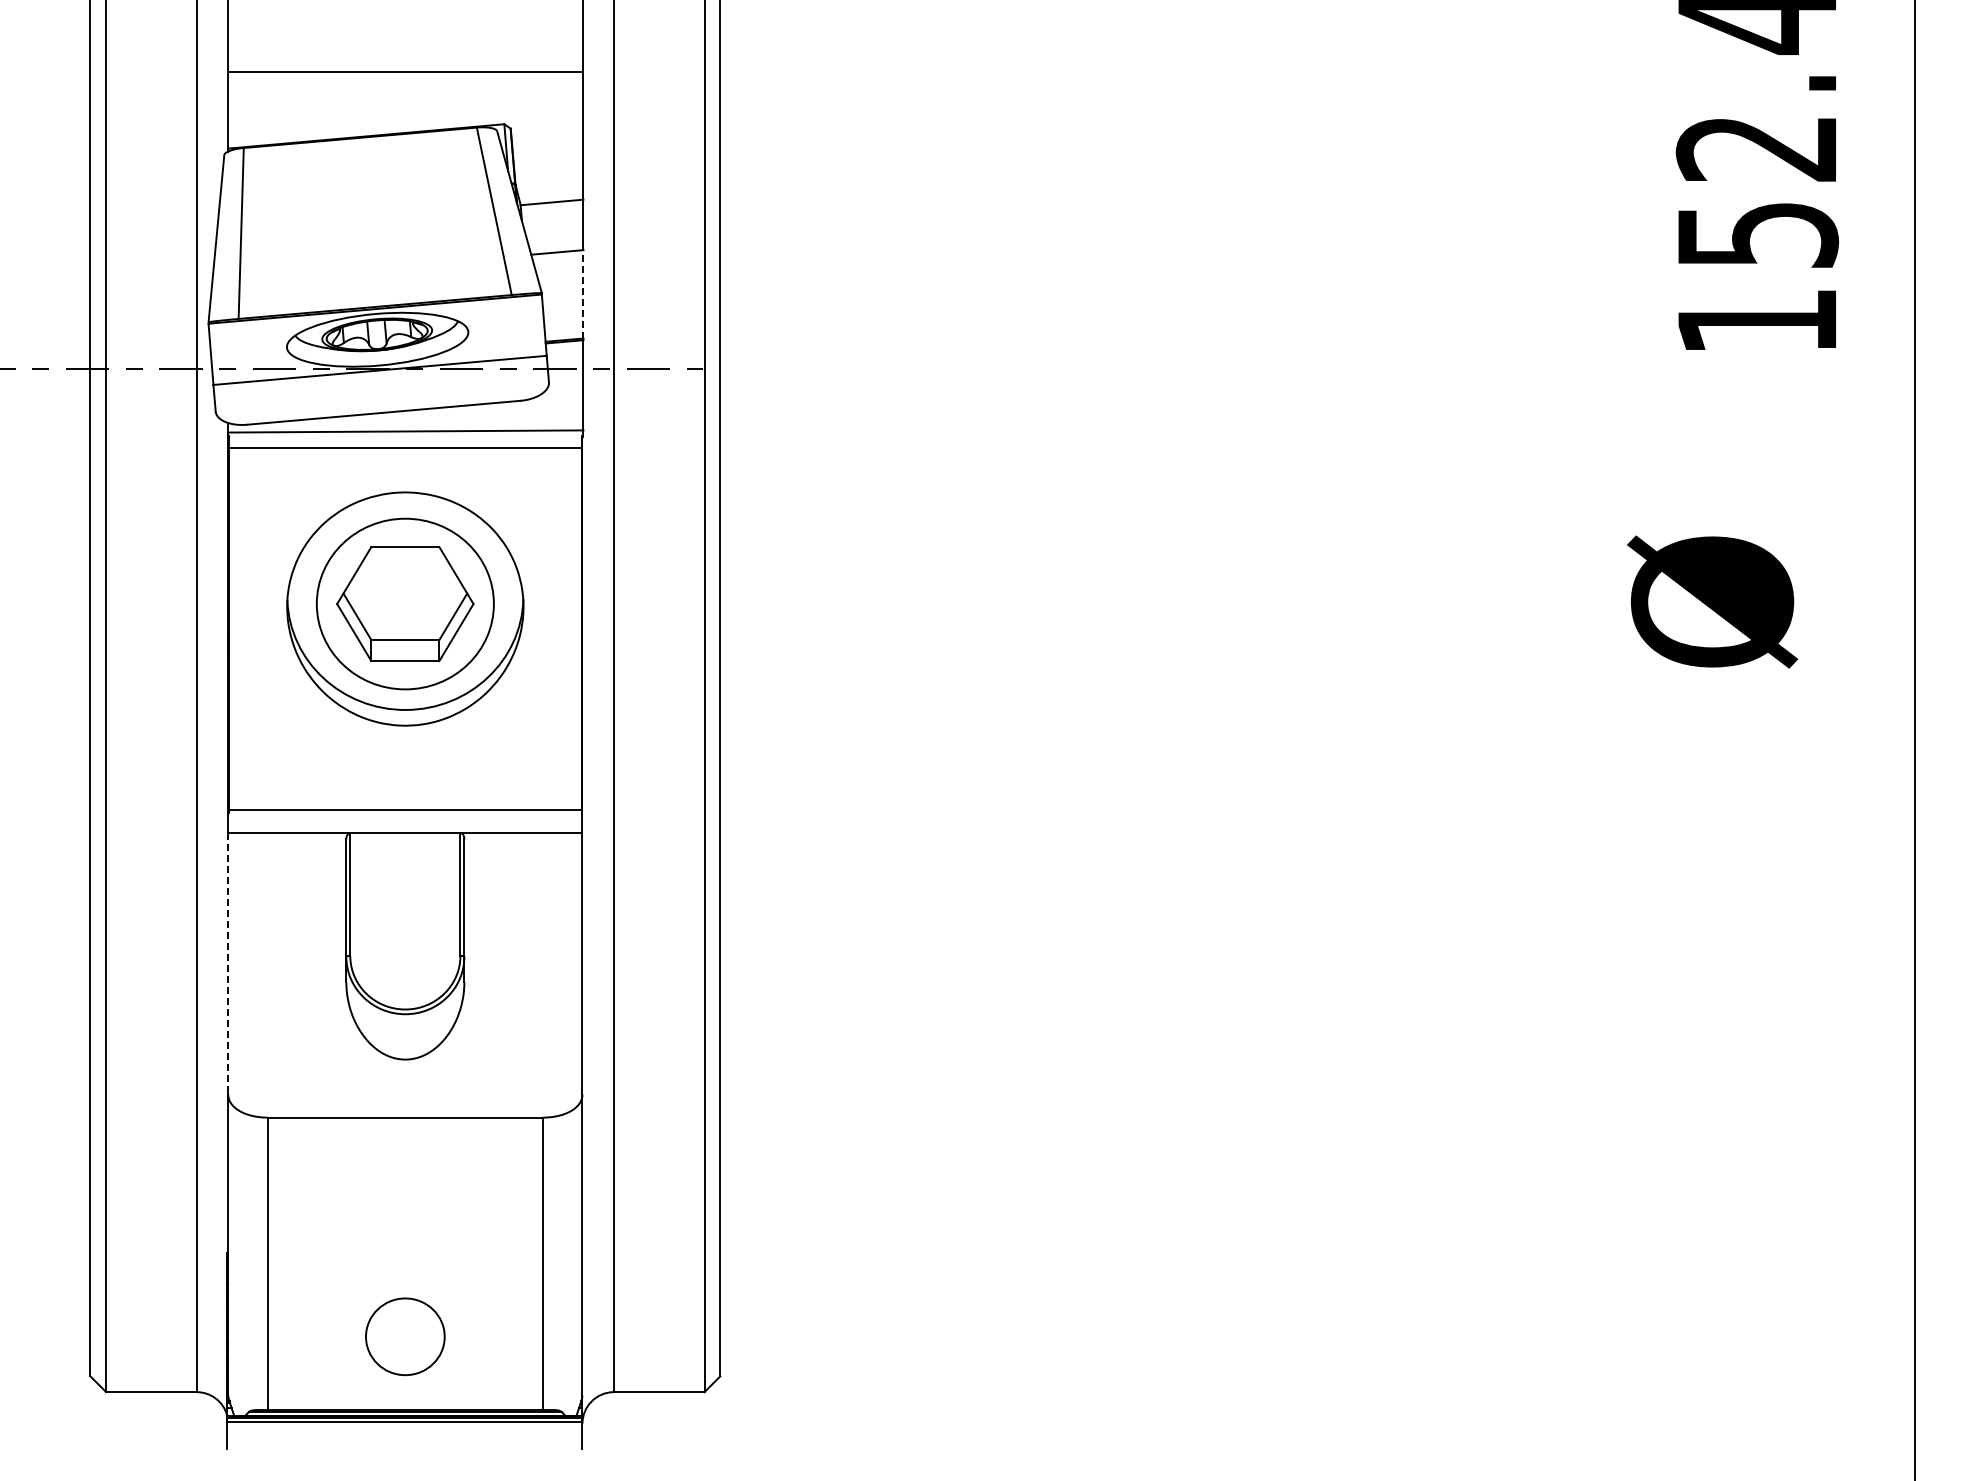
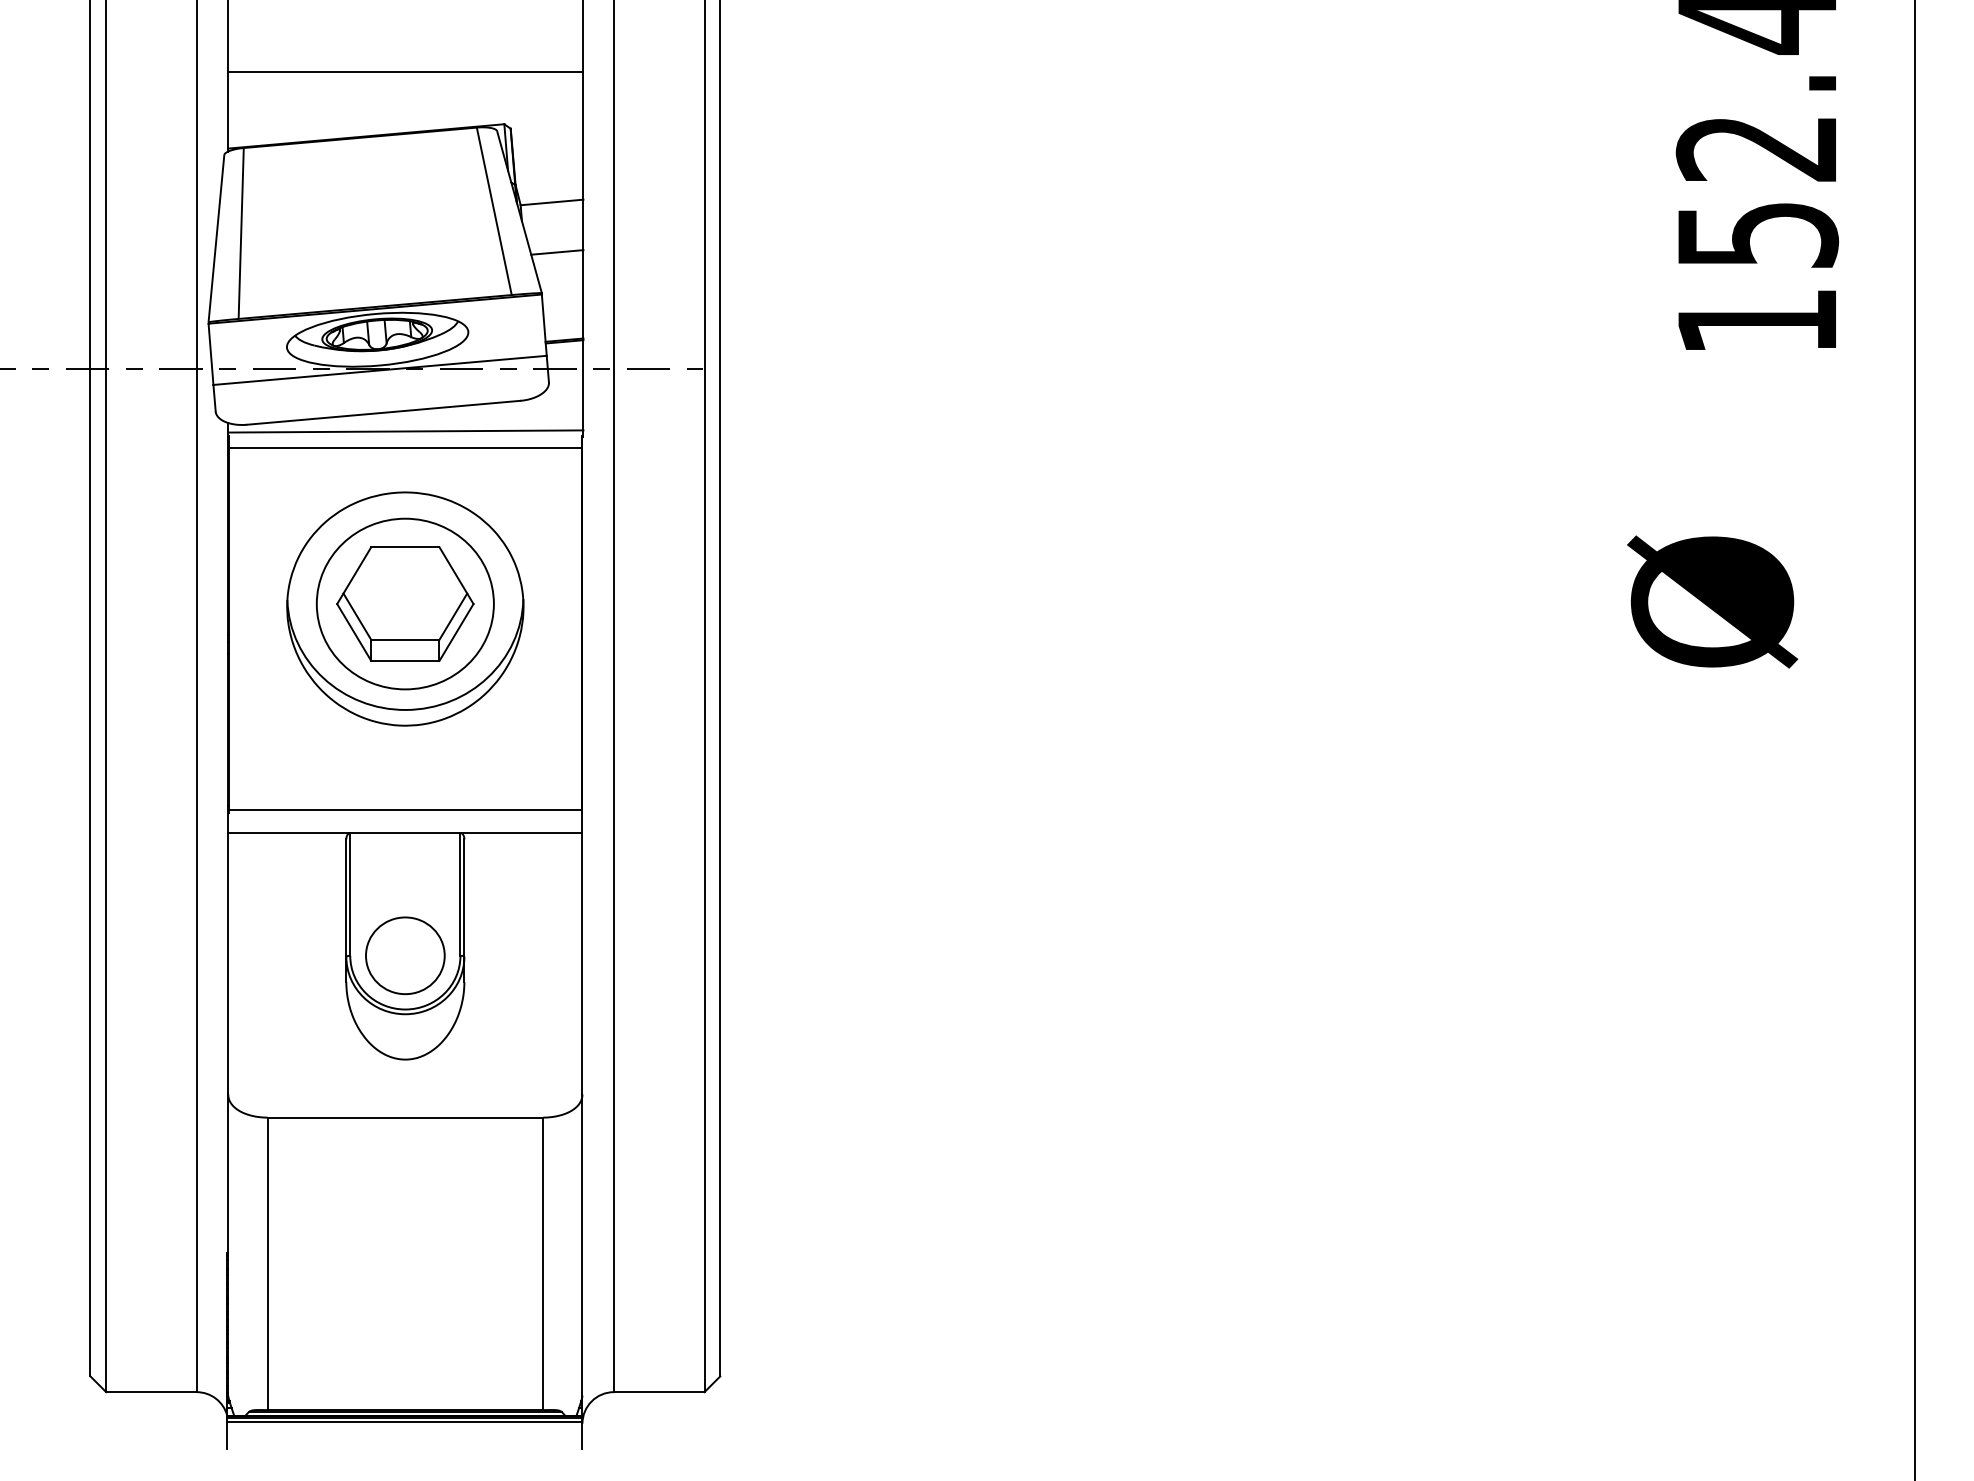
line at (583, 293): dashed -> solid
line at (228, 963): dashed -> solid
part at (405, 1336) position: (405, 1336) -> (405, 955)
